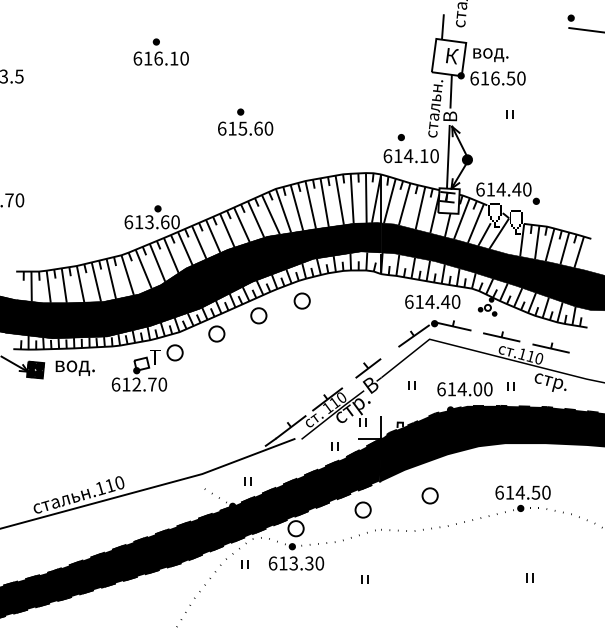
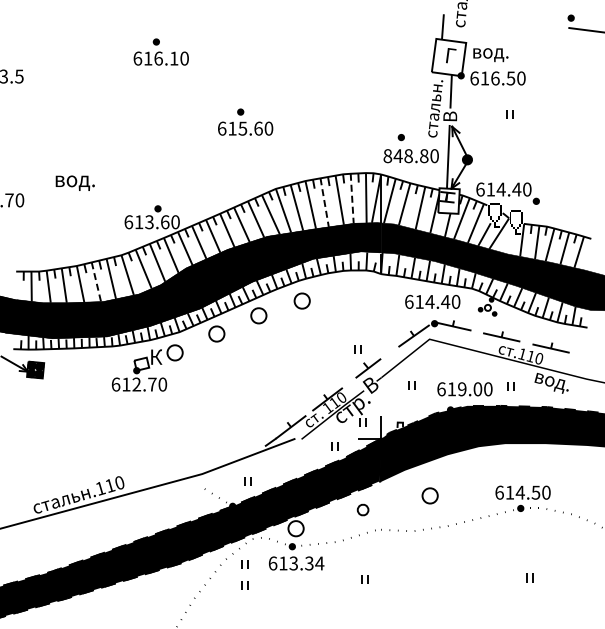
text at (453, 56): К -> Г
text at (405, 156): 614.10 -> 848.80
line at (352, 198): solid -> dashed
line at (324, 202): solid -> dashed
line at (96, 282): solid -> dashed
part at (357, 349): none -> present
text at (156, 356): Т -> К
text at (74, 367) position: (74, 367) -> (74, 182)
text at (551, 382): стр. -> вод.
text at (461, 389): 614.00 -> 619.00
part at (362, 509) size: 18x18 px -> 14x14 px
text at (319, 563): 613.30 -> 613.34
part at (244, 585): none -> present
